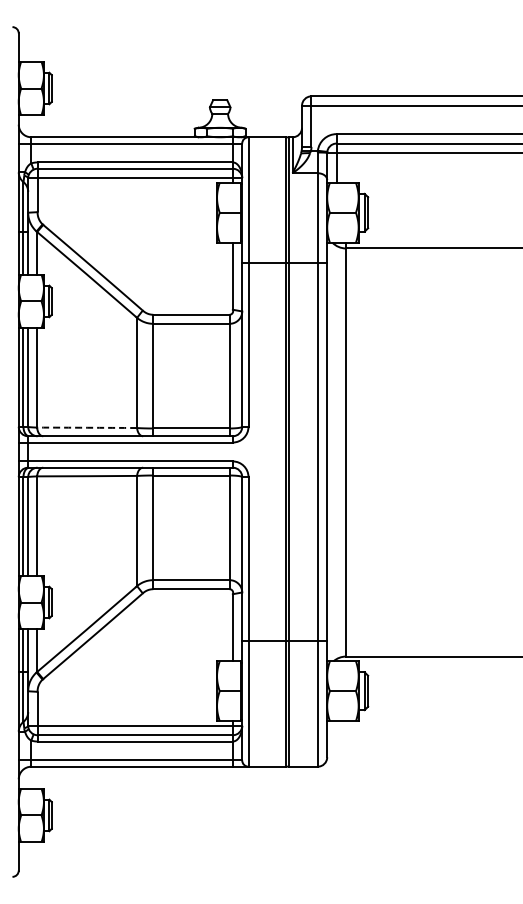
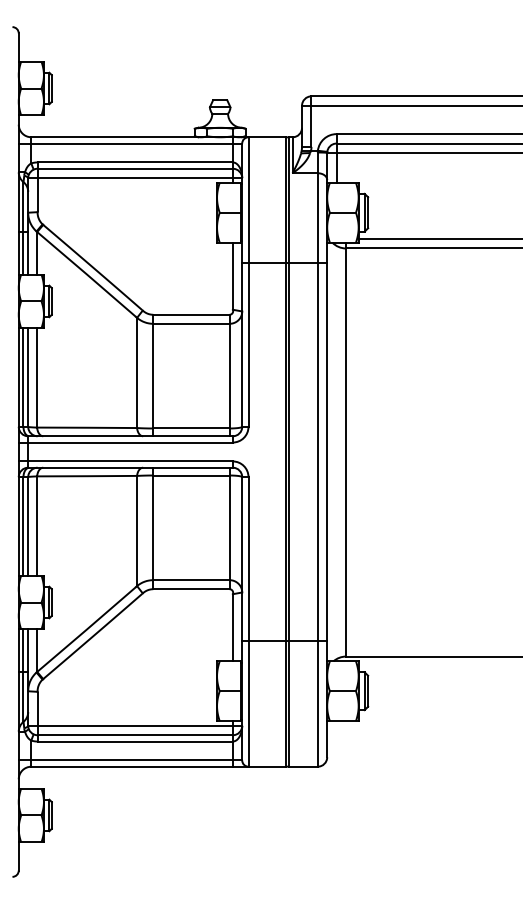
line at (438, 239): none -> present
arc at (87, 427): dashed -> solid
